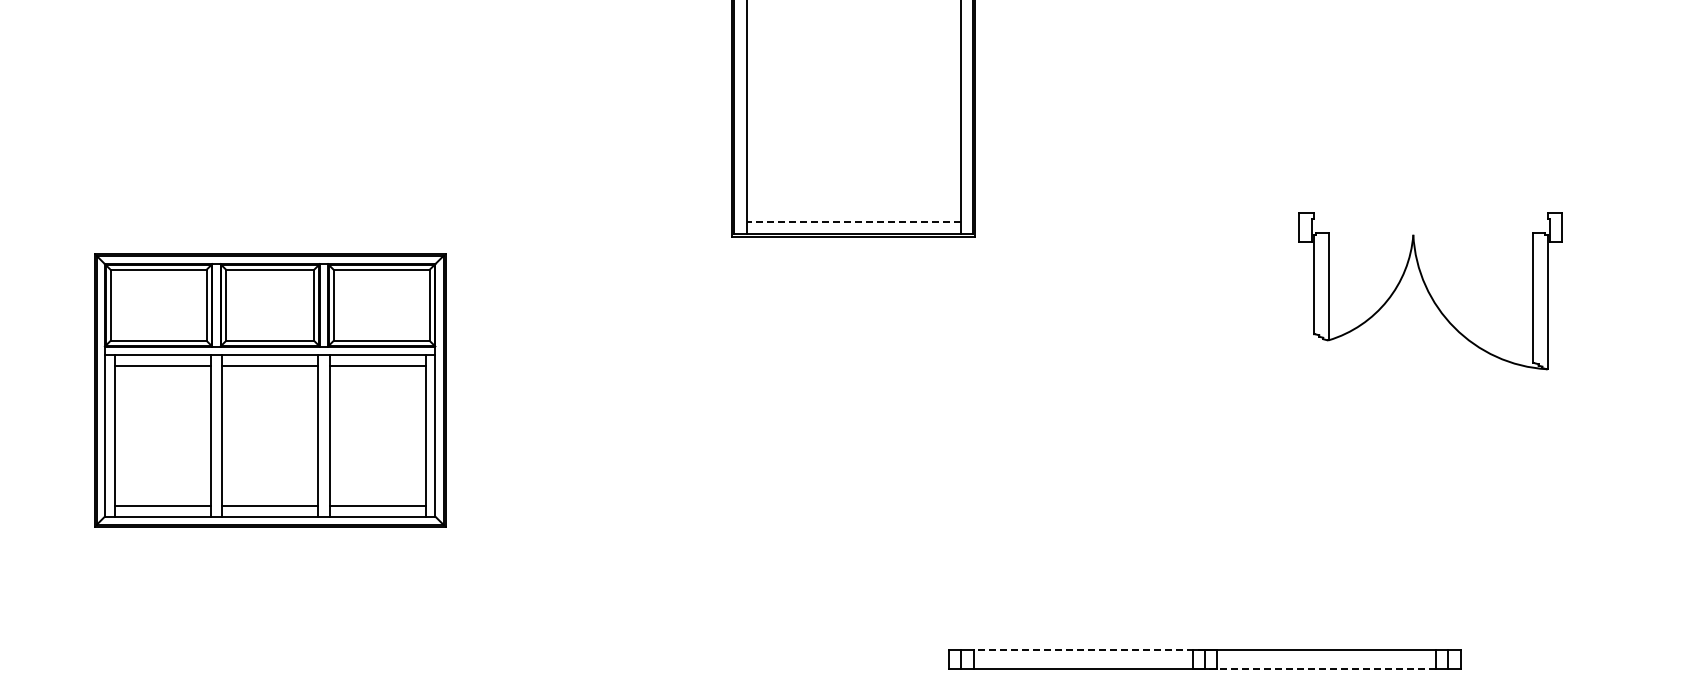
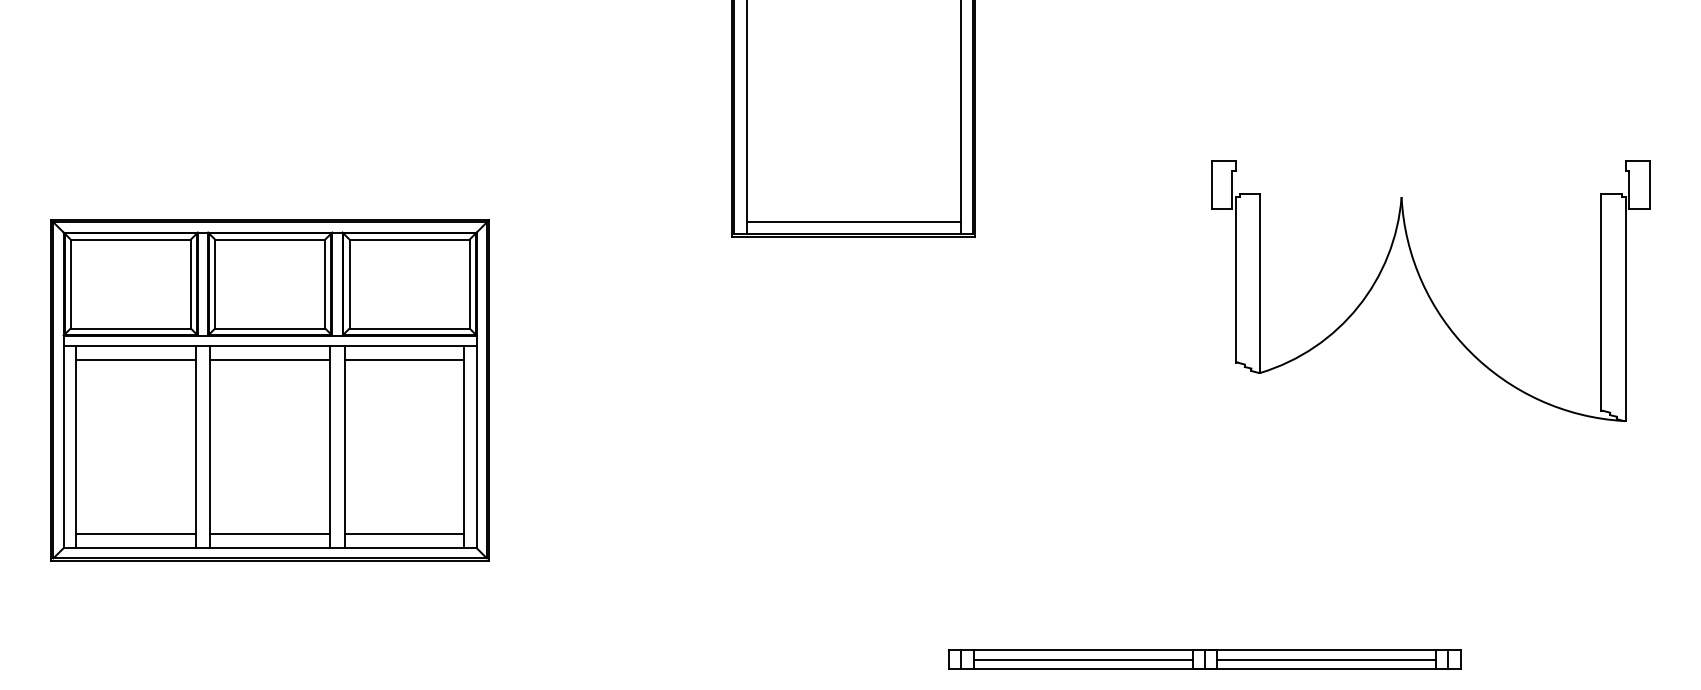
line at (853, 222): dashed -> solid
part at (1430, 291) size: 265x159 px -> 440x263 px
part at (270, 390) size: 353x275 px -> 440x343 px
line at (1089, 649): dashed -> solid
line at (1082, 659): none -> present
line at (1326, 659): none -> present
line at (1320, 669): dashed -> solid
